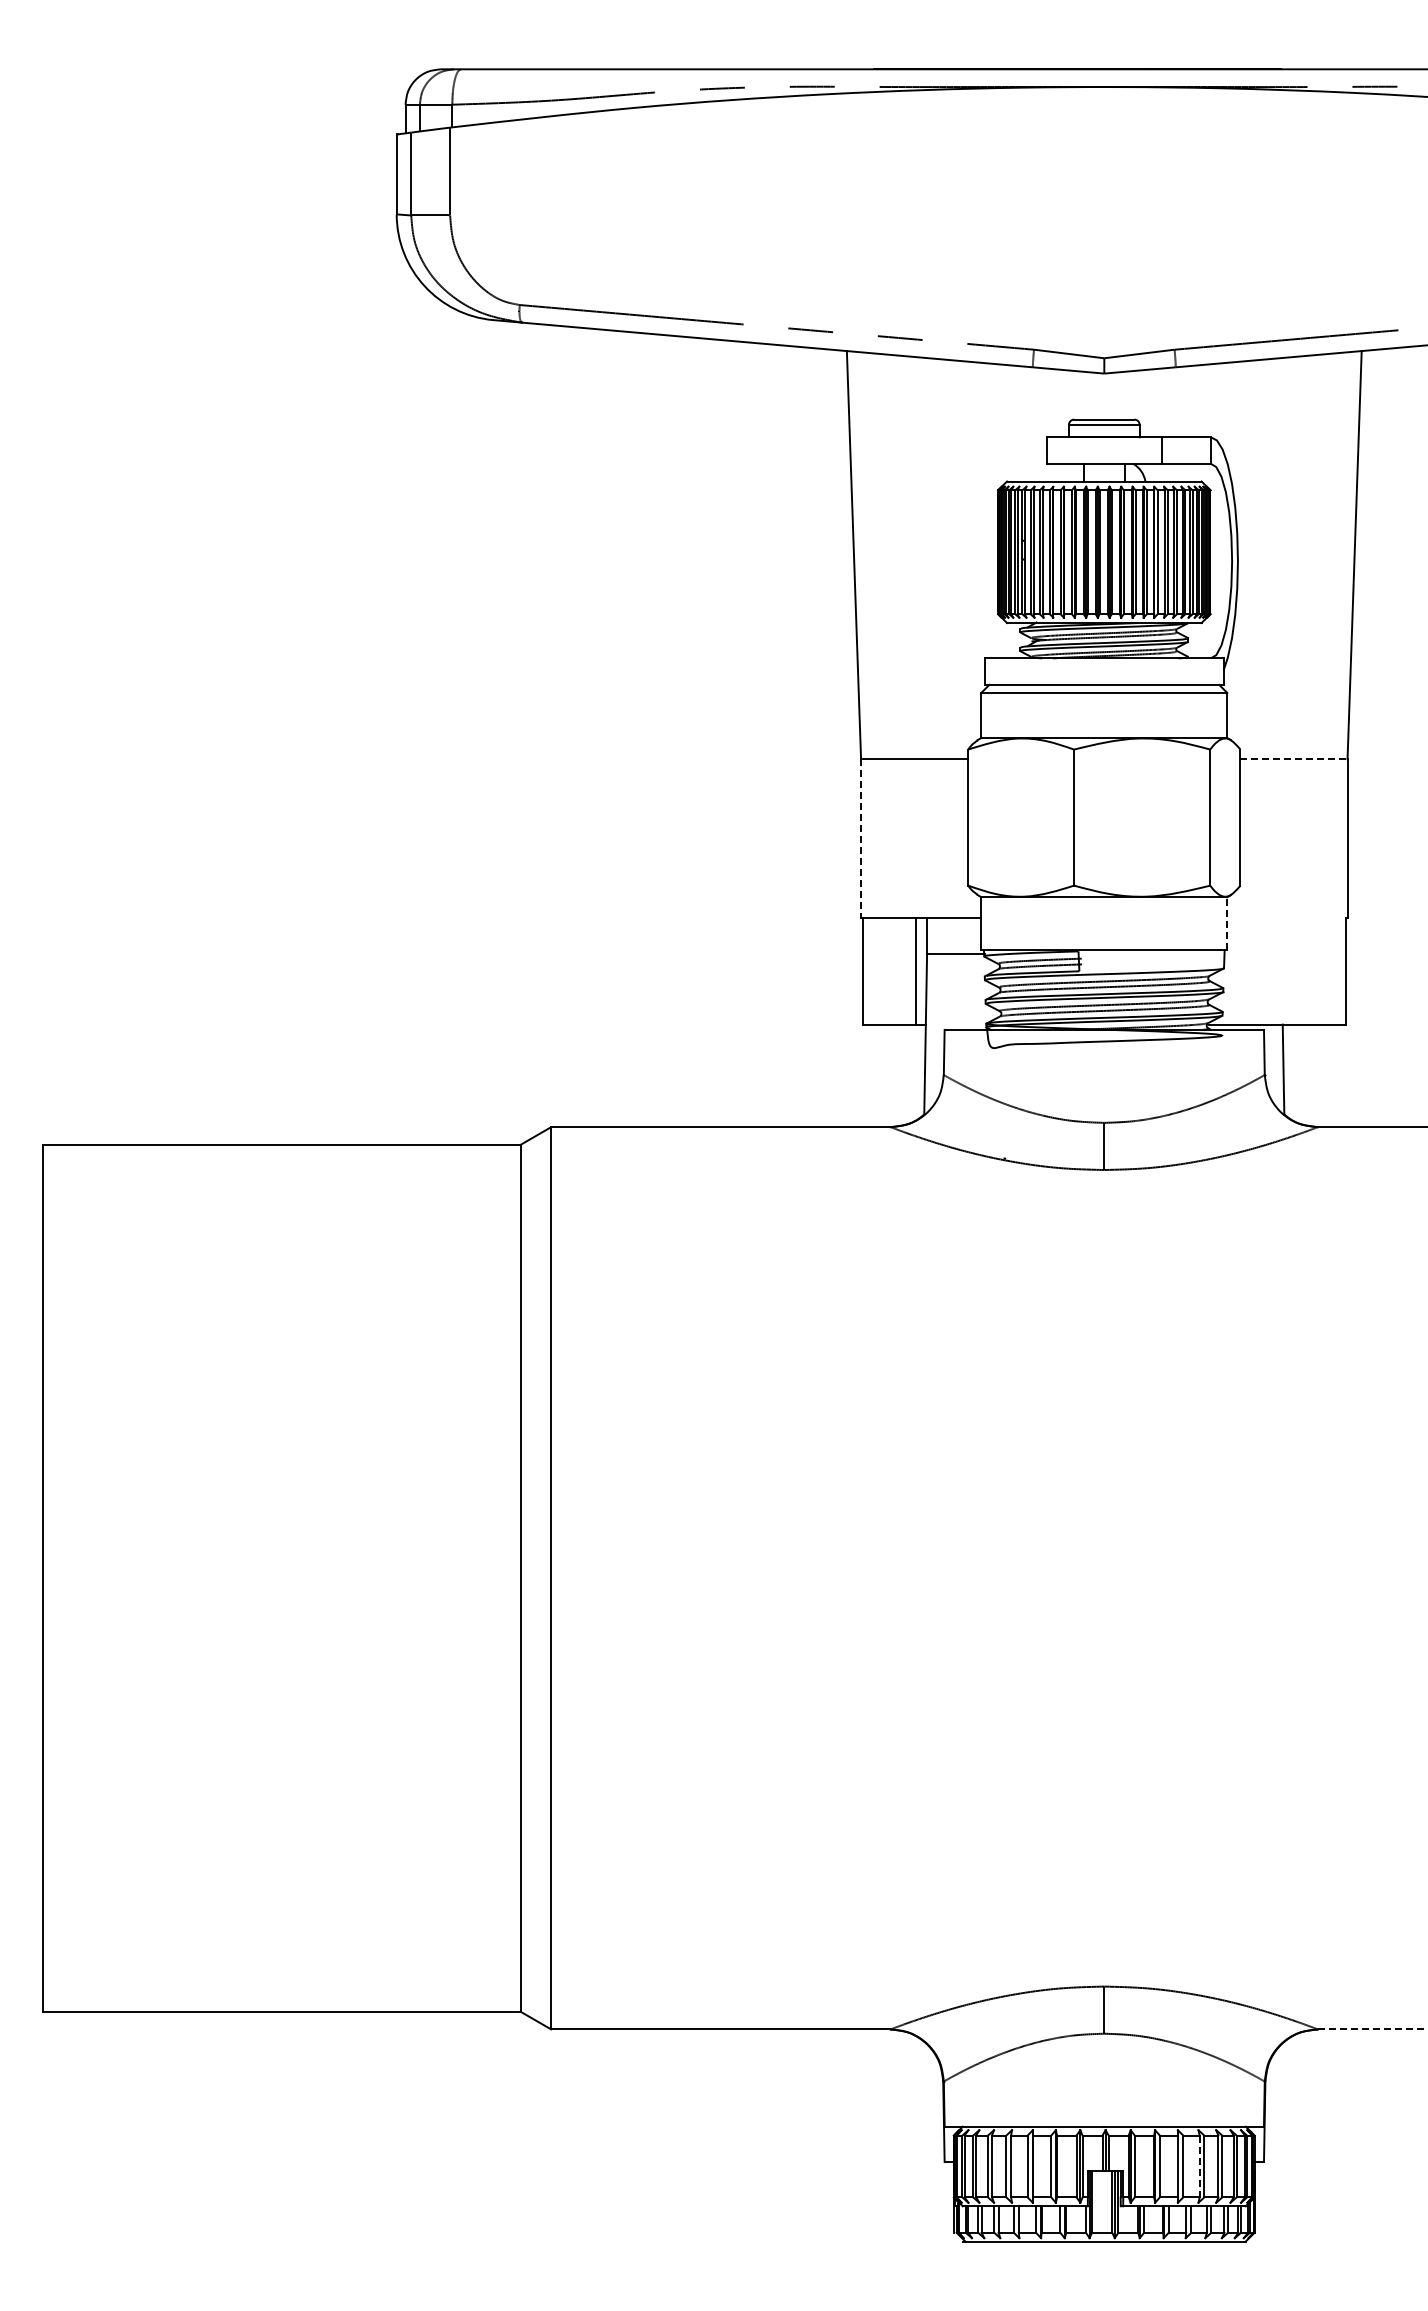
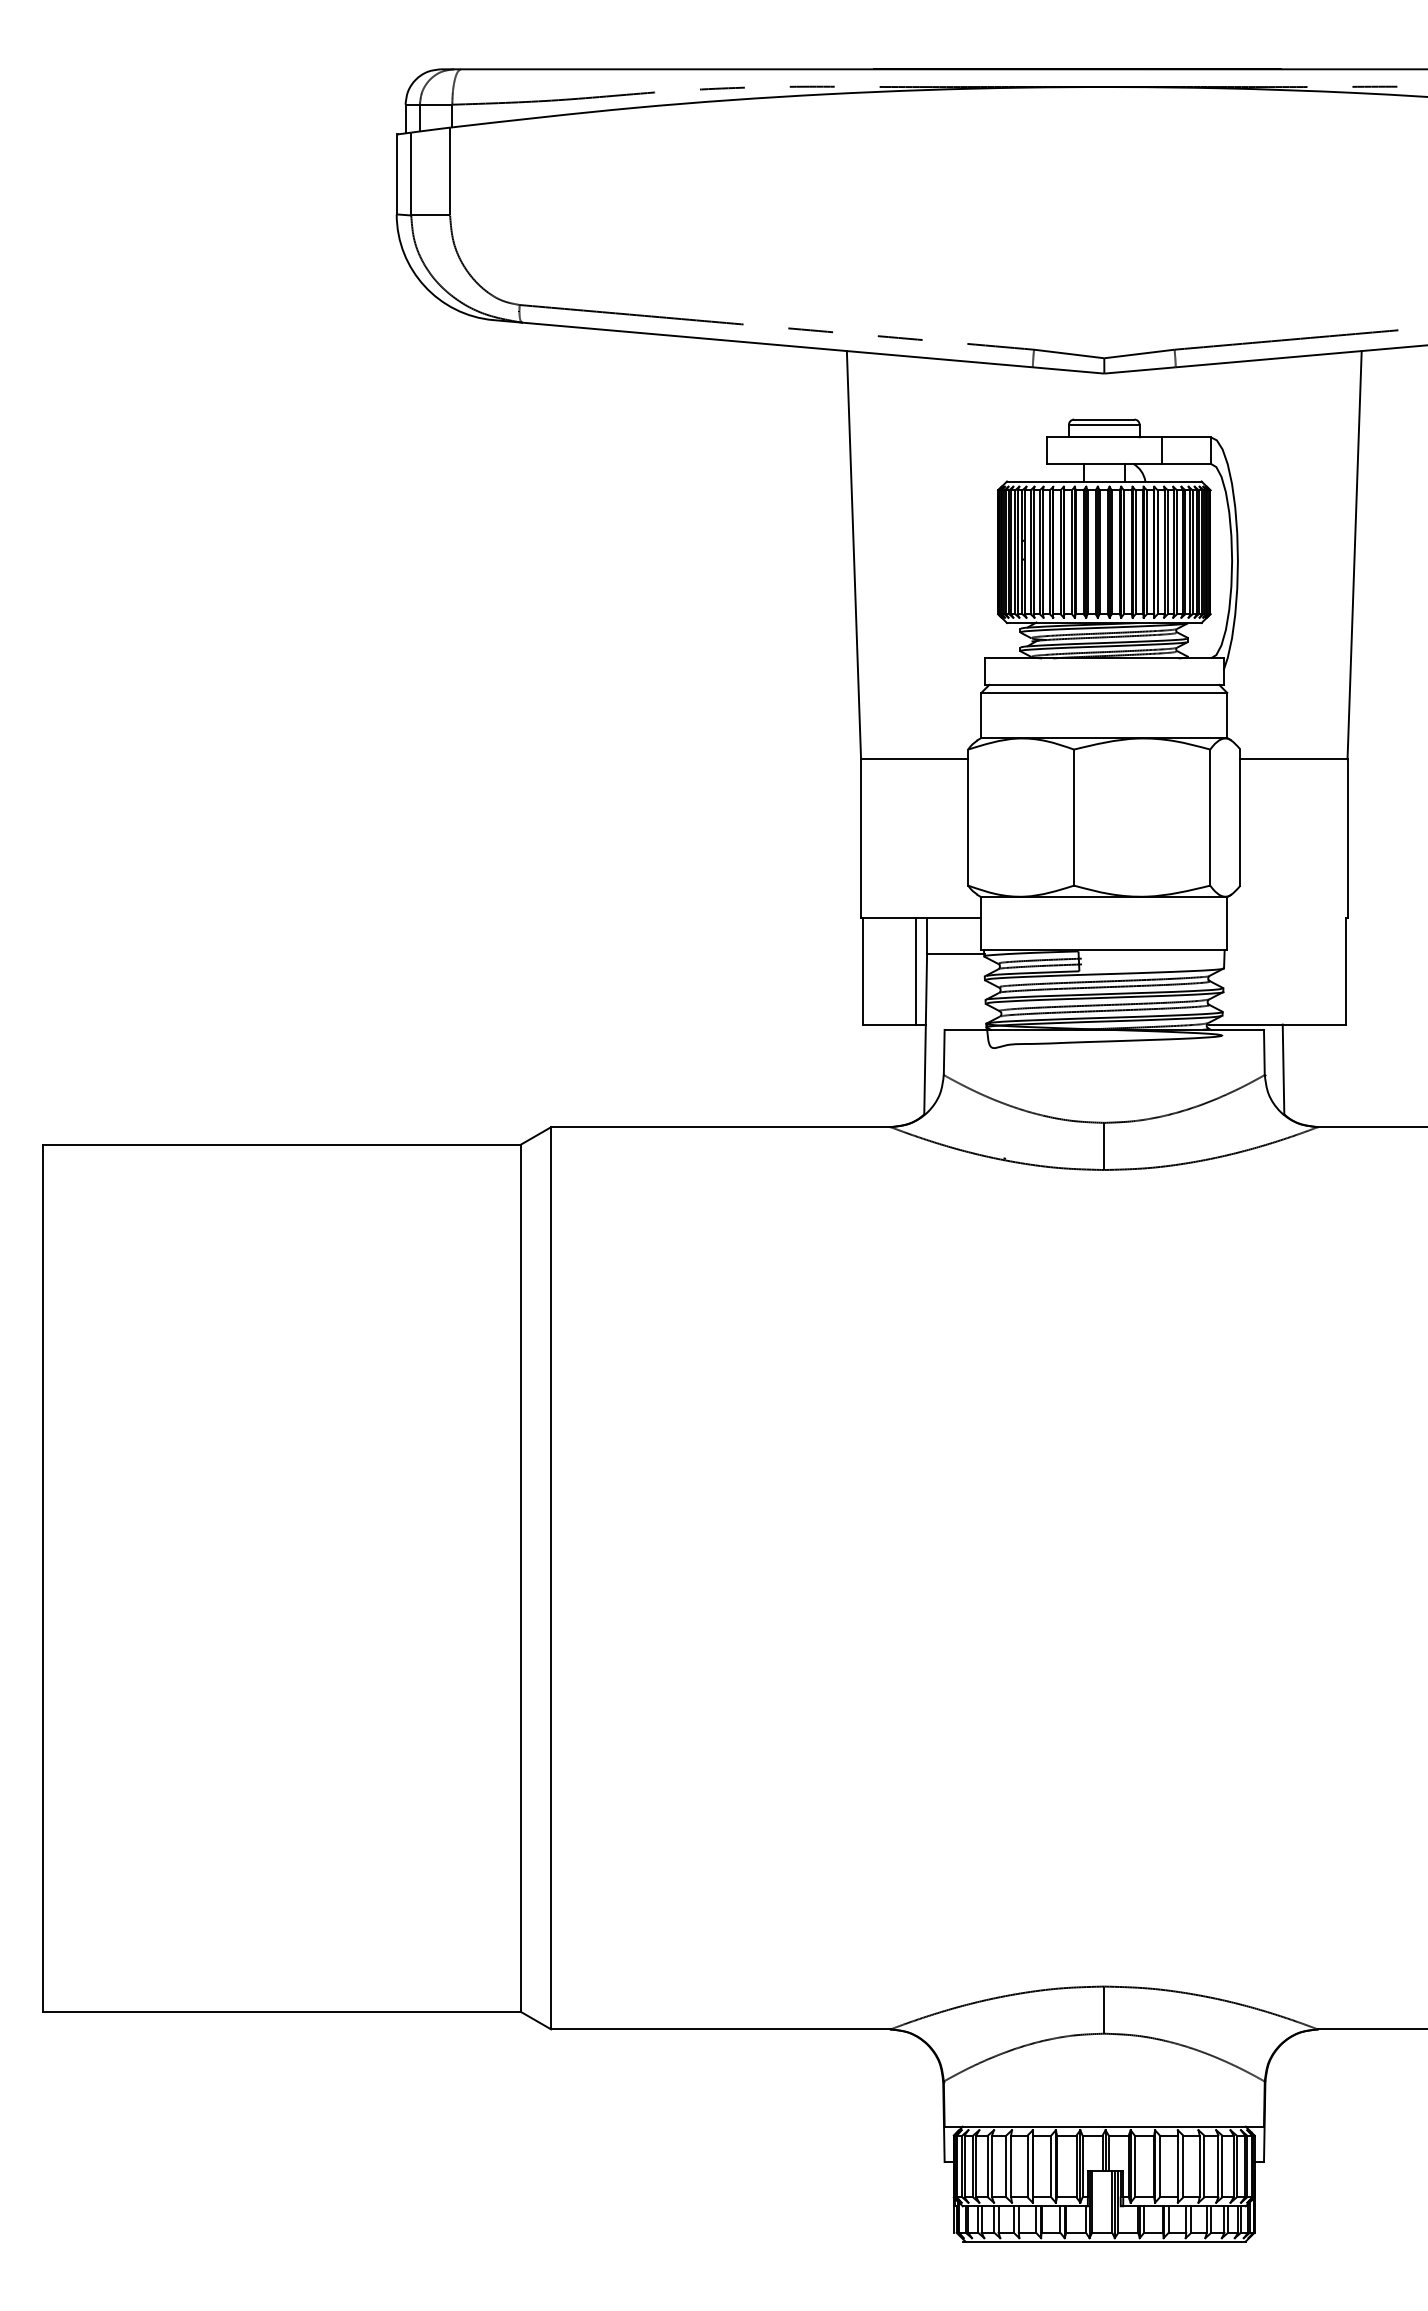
line at (1294, 759): dashed -> solid
line at (861, 838): dashed -> solid
line at (1227, 923): dashed -> solid
line at (1372, 2029): dashed -> solid
line at (1199, 2166): dashed -> solid
